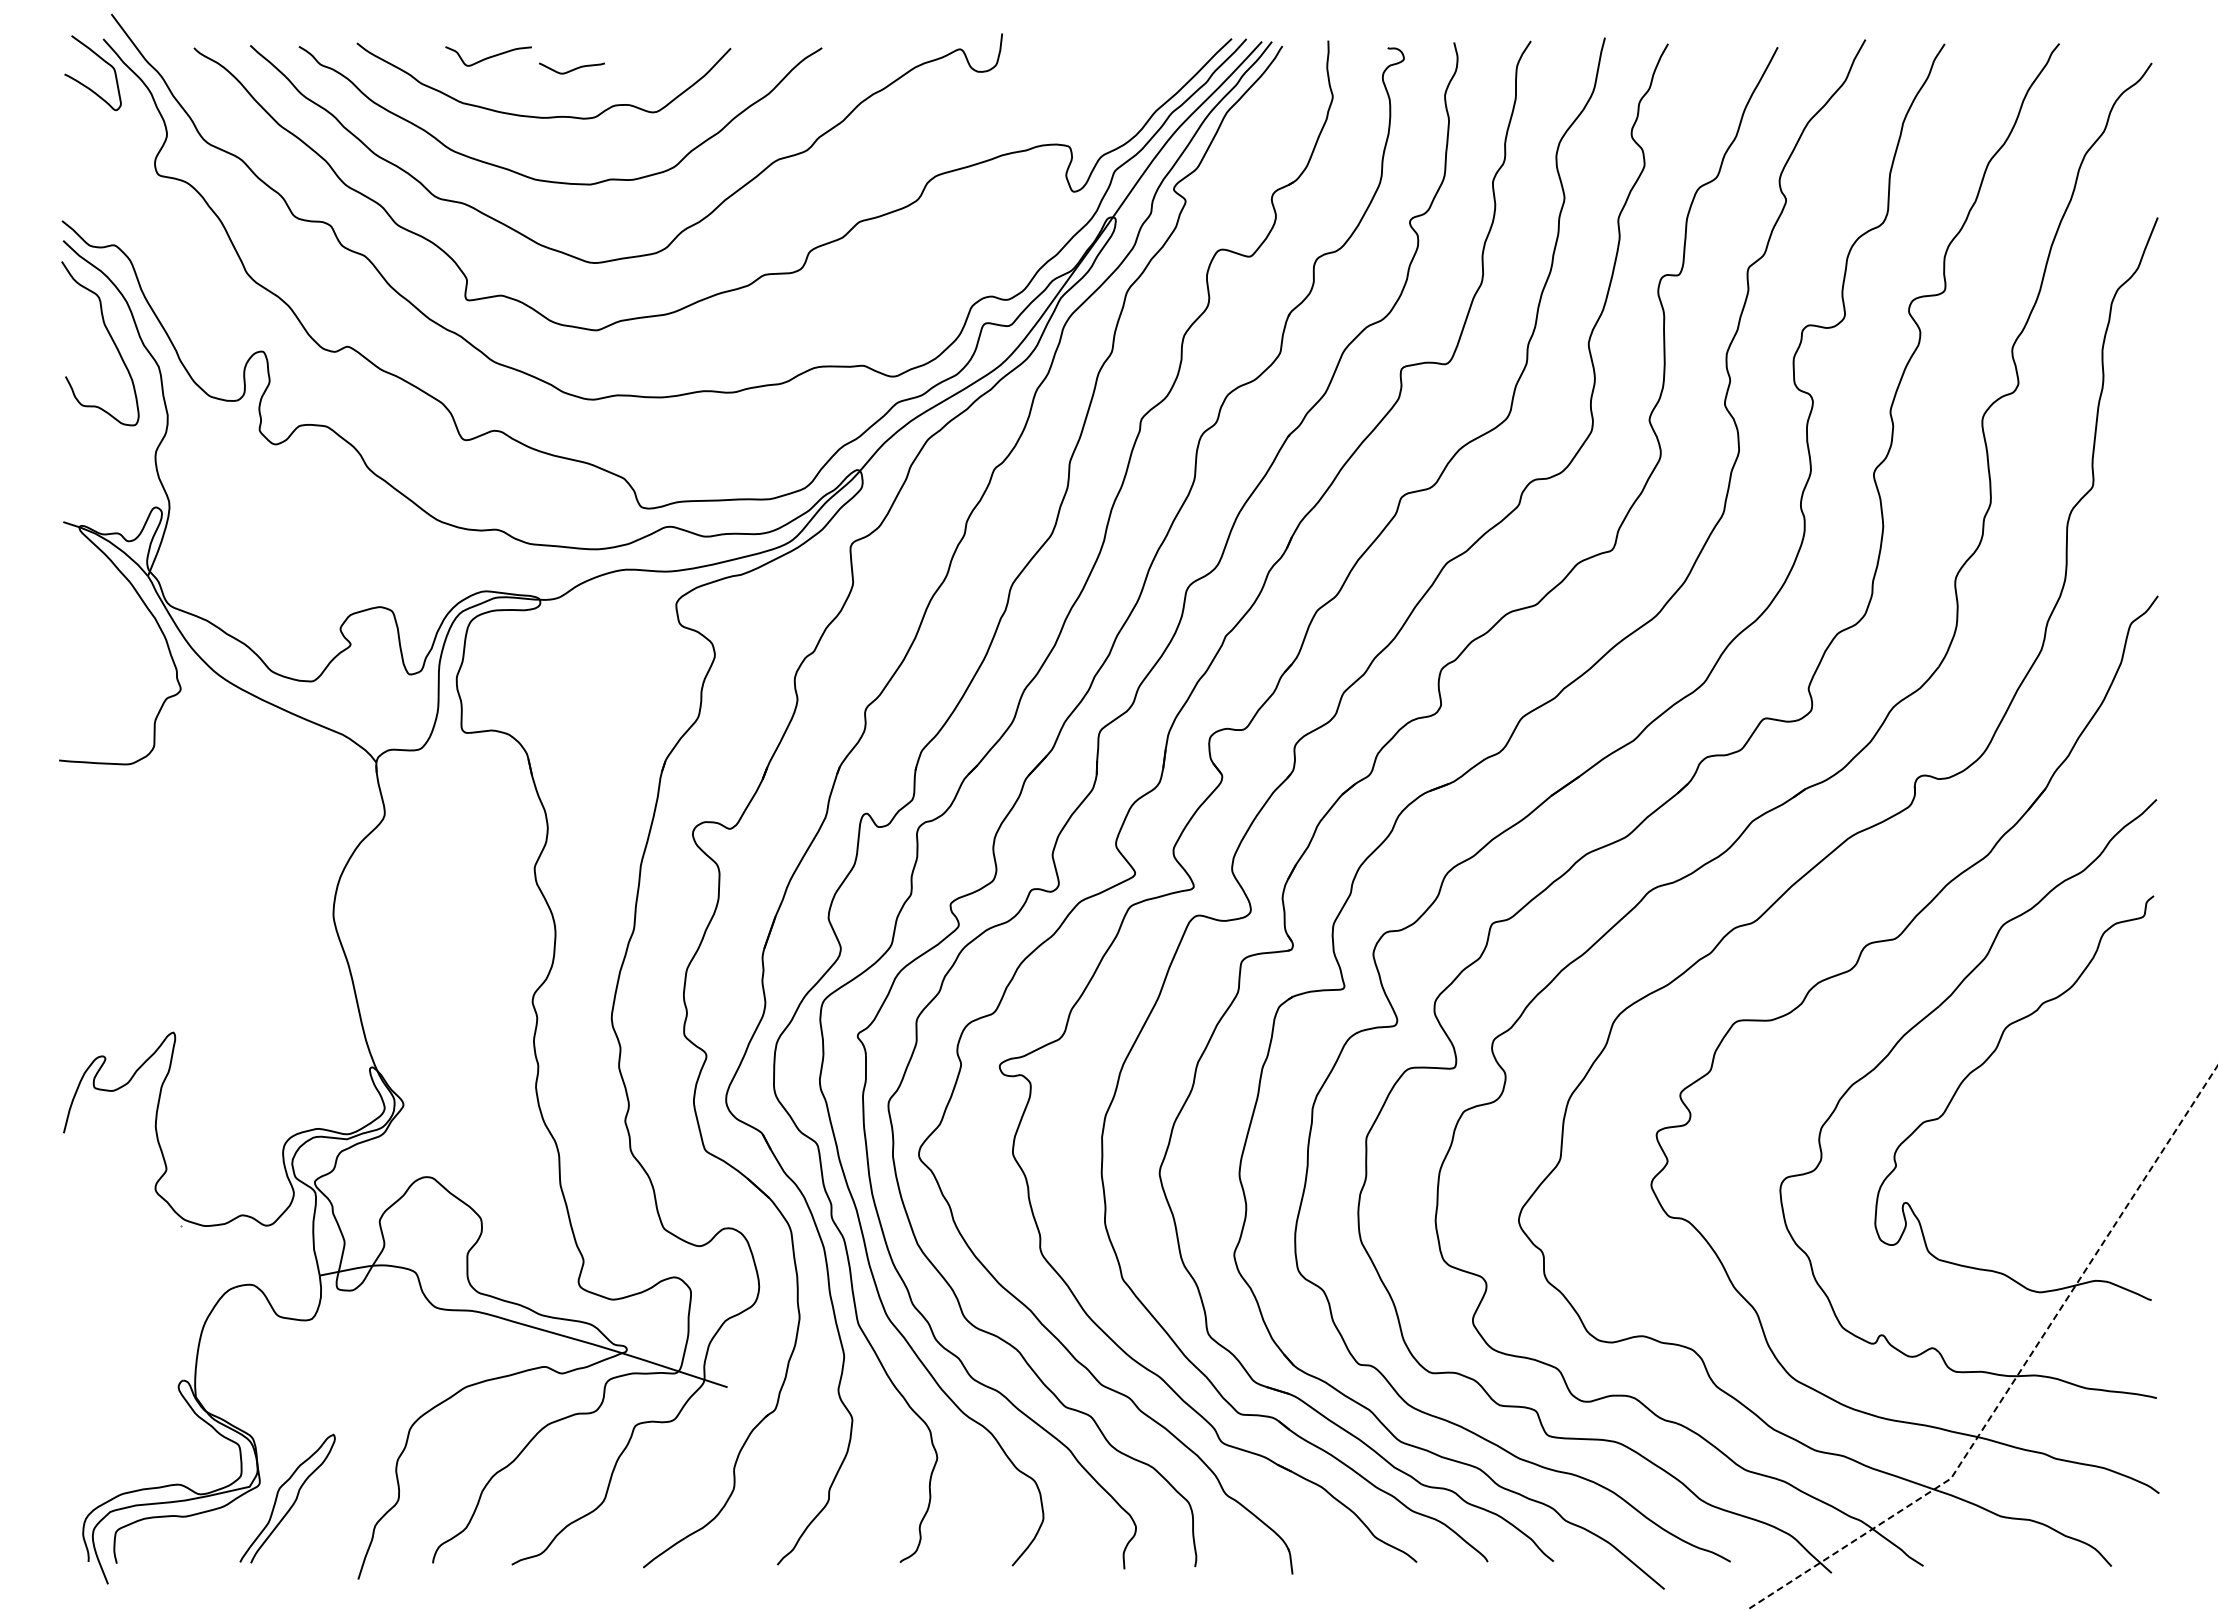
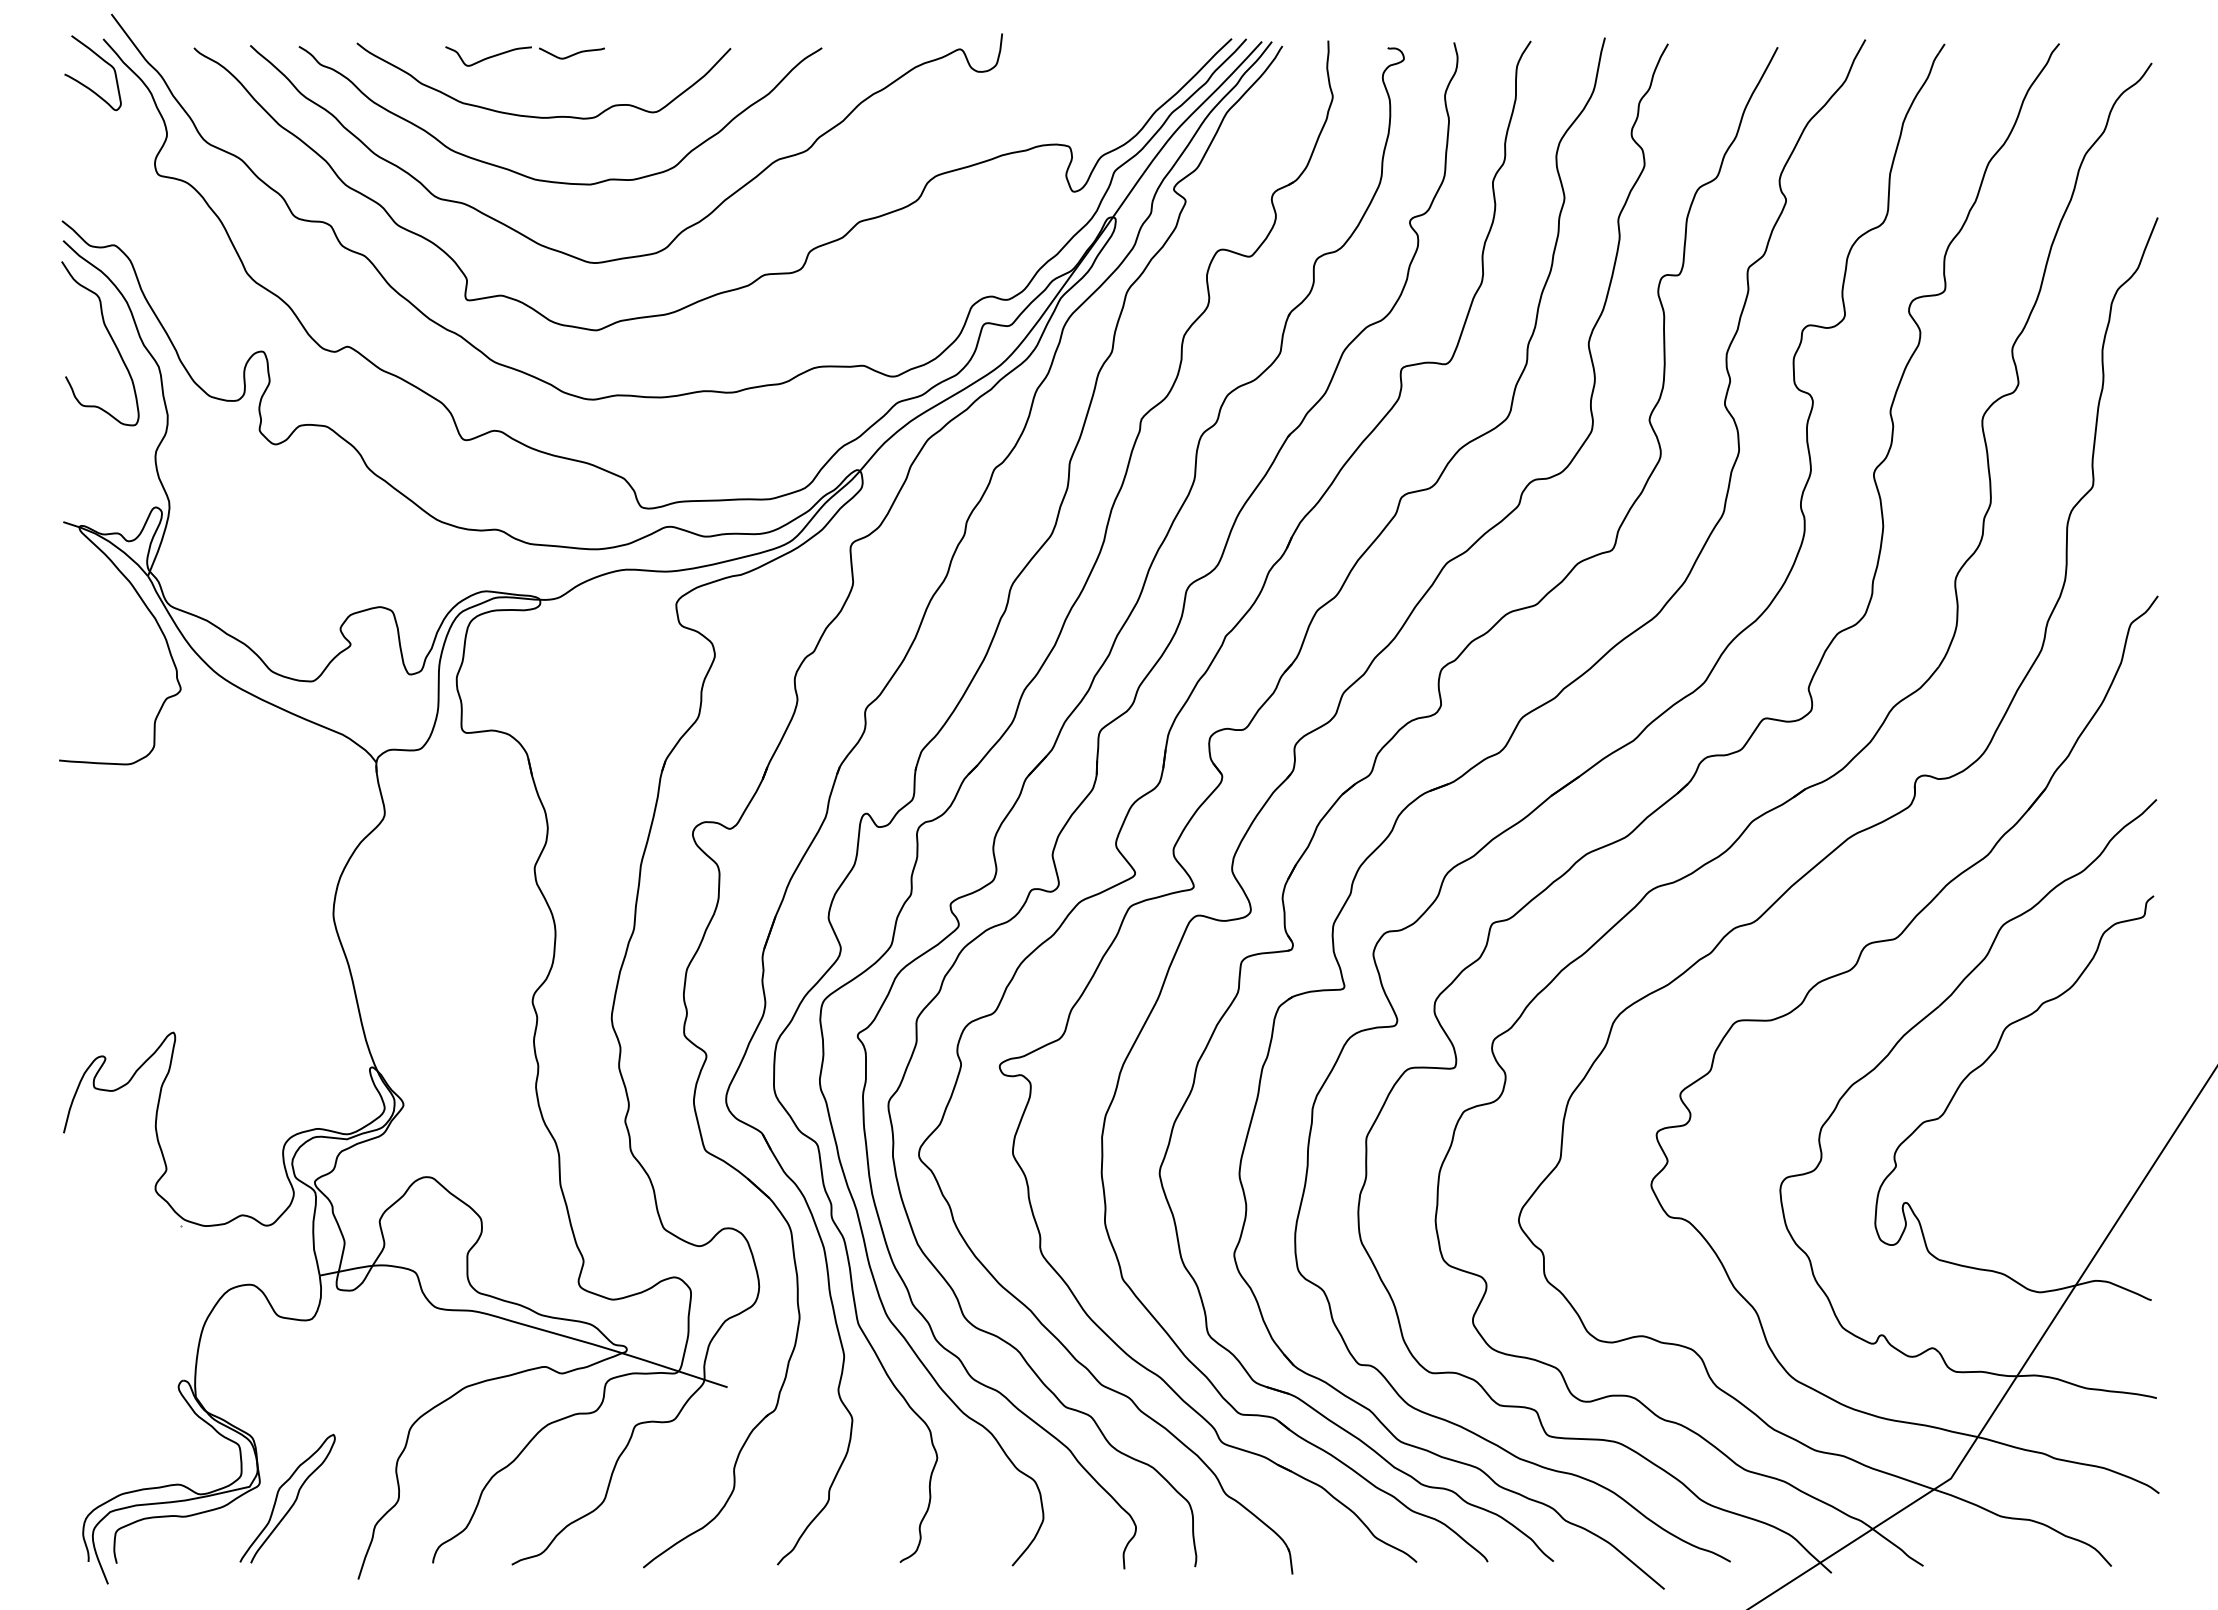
curve at (571, 69) position: (571, 69) -> (571, 54)
line at (2018, 1374): dashed -> solid
